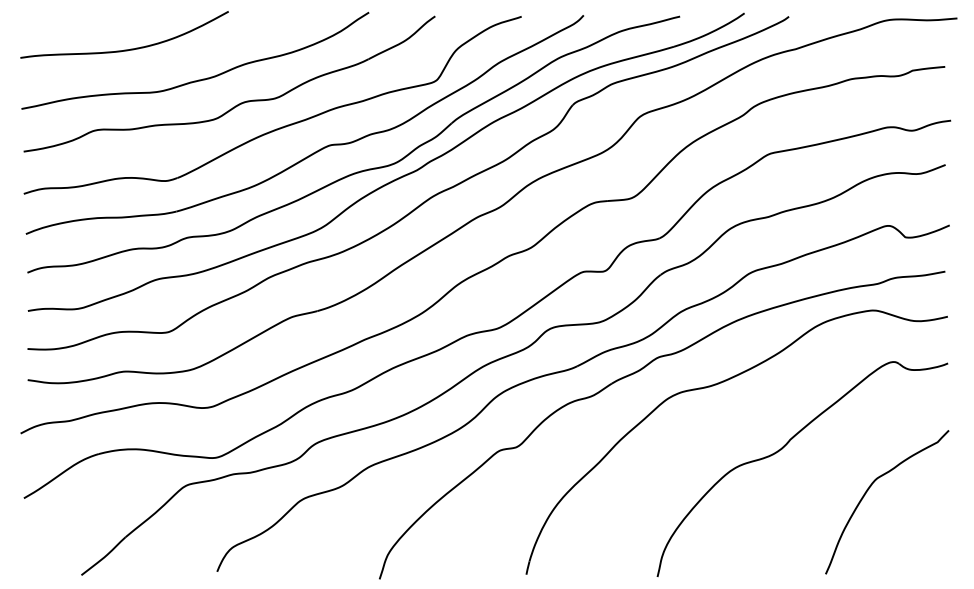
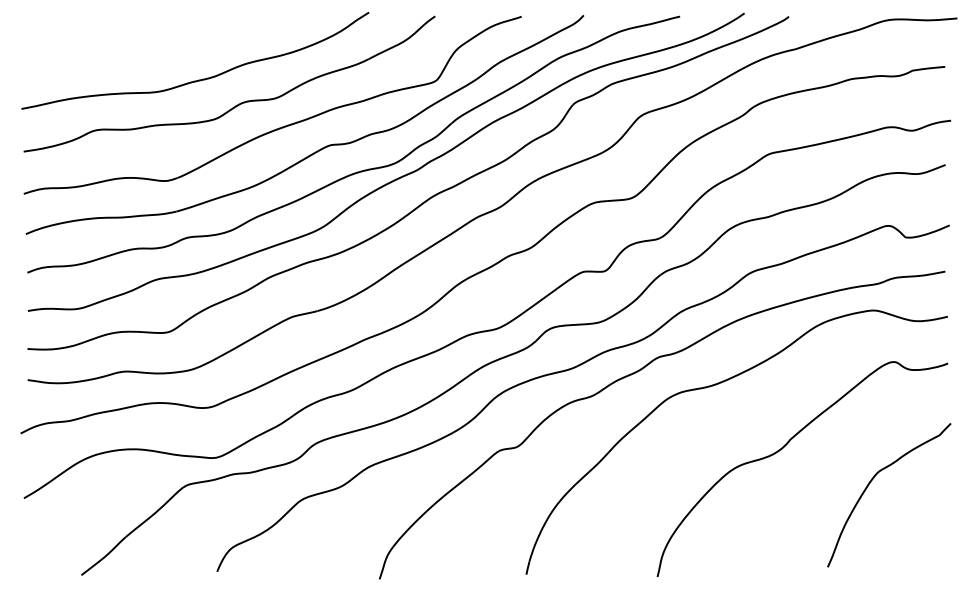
curve at (124, 49): present -> none
curve at (869, 489) position: (869, 489) -> (871, 482)
